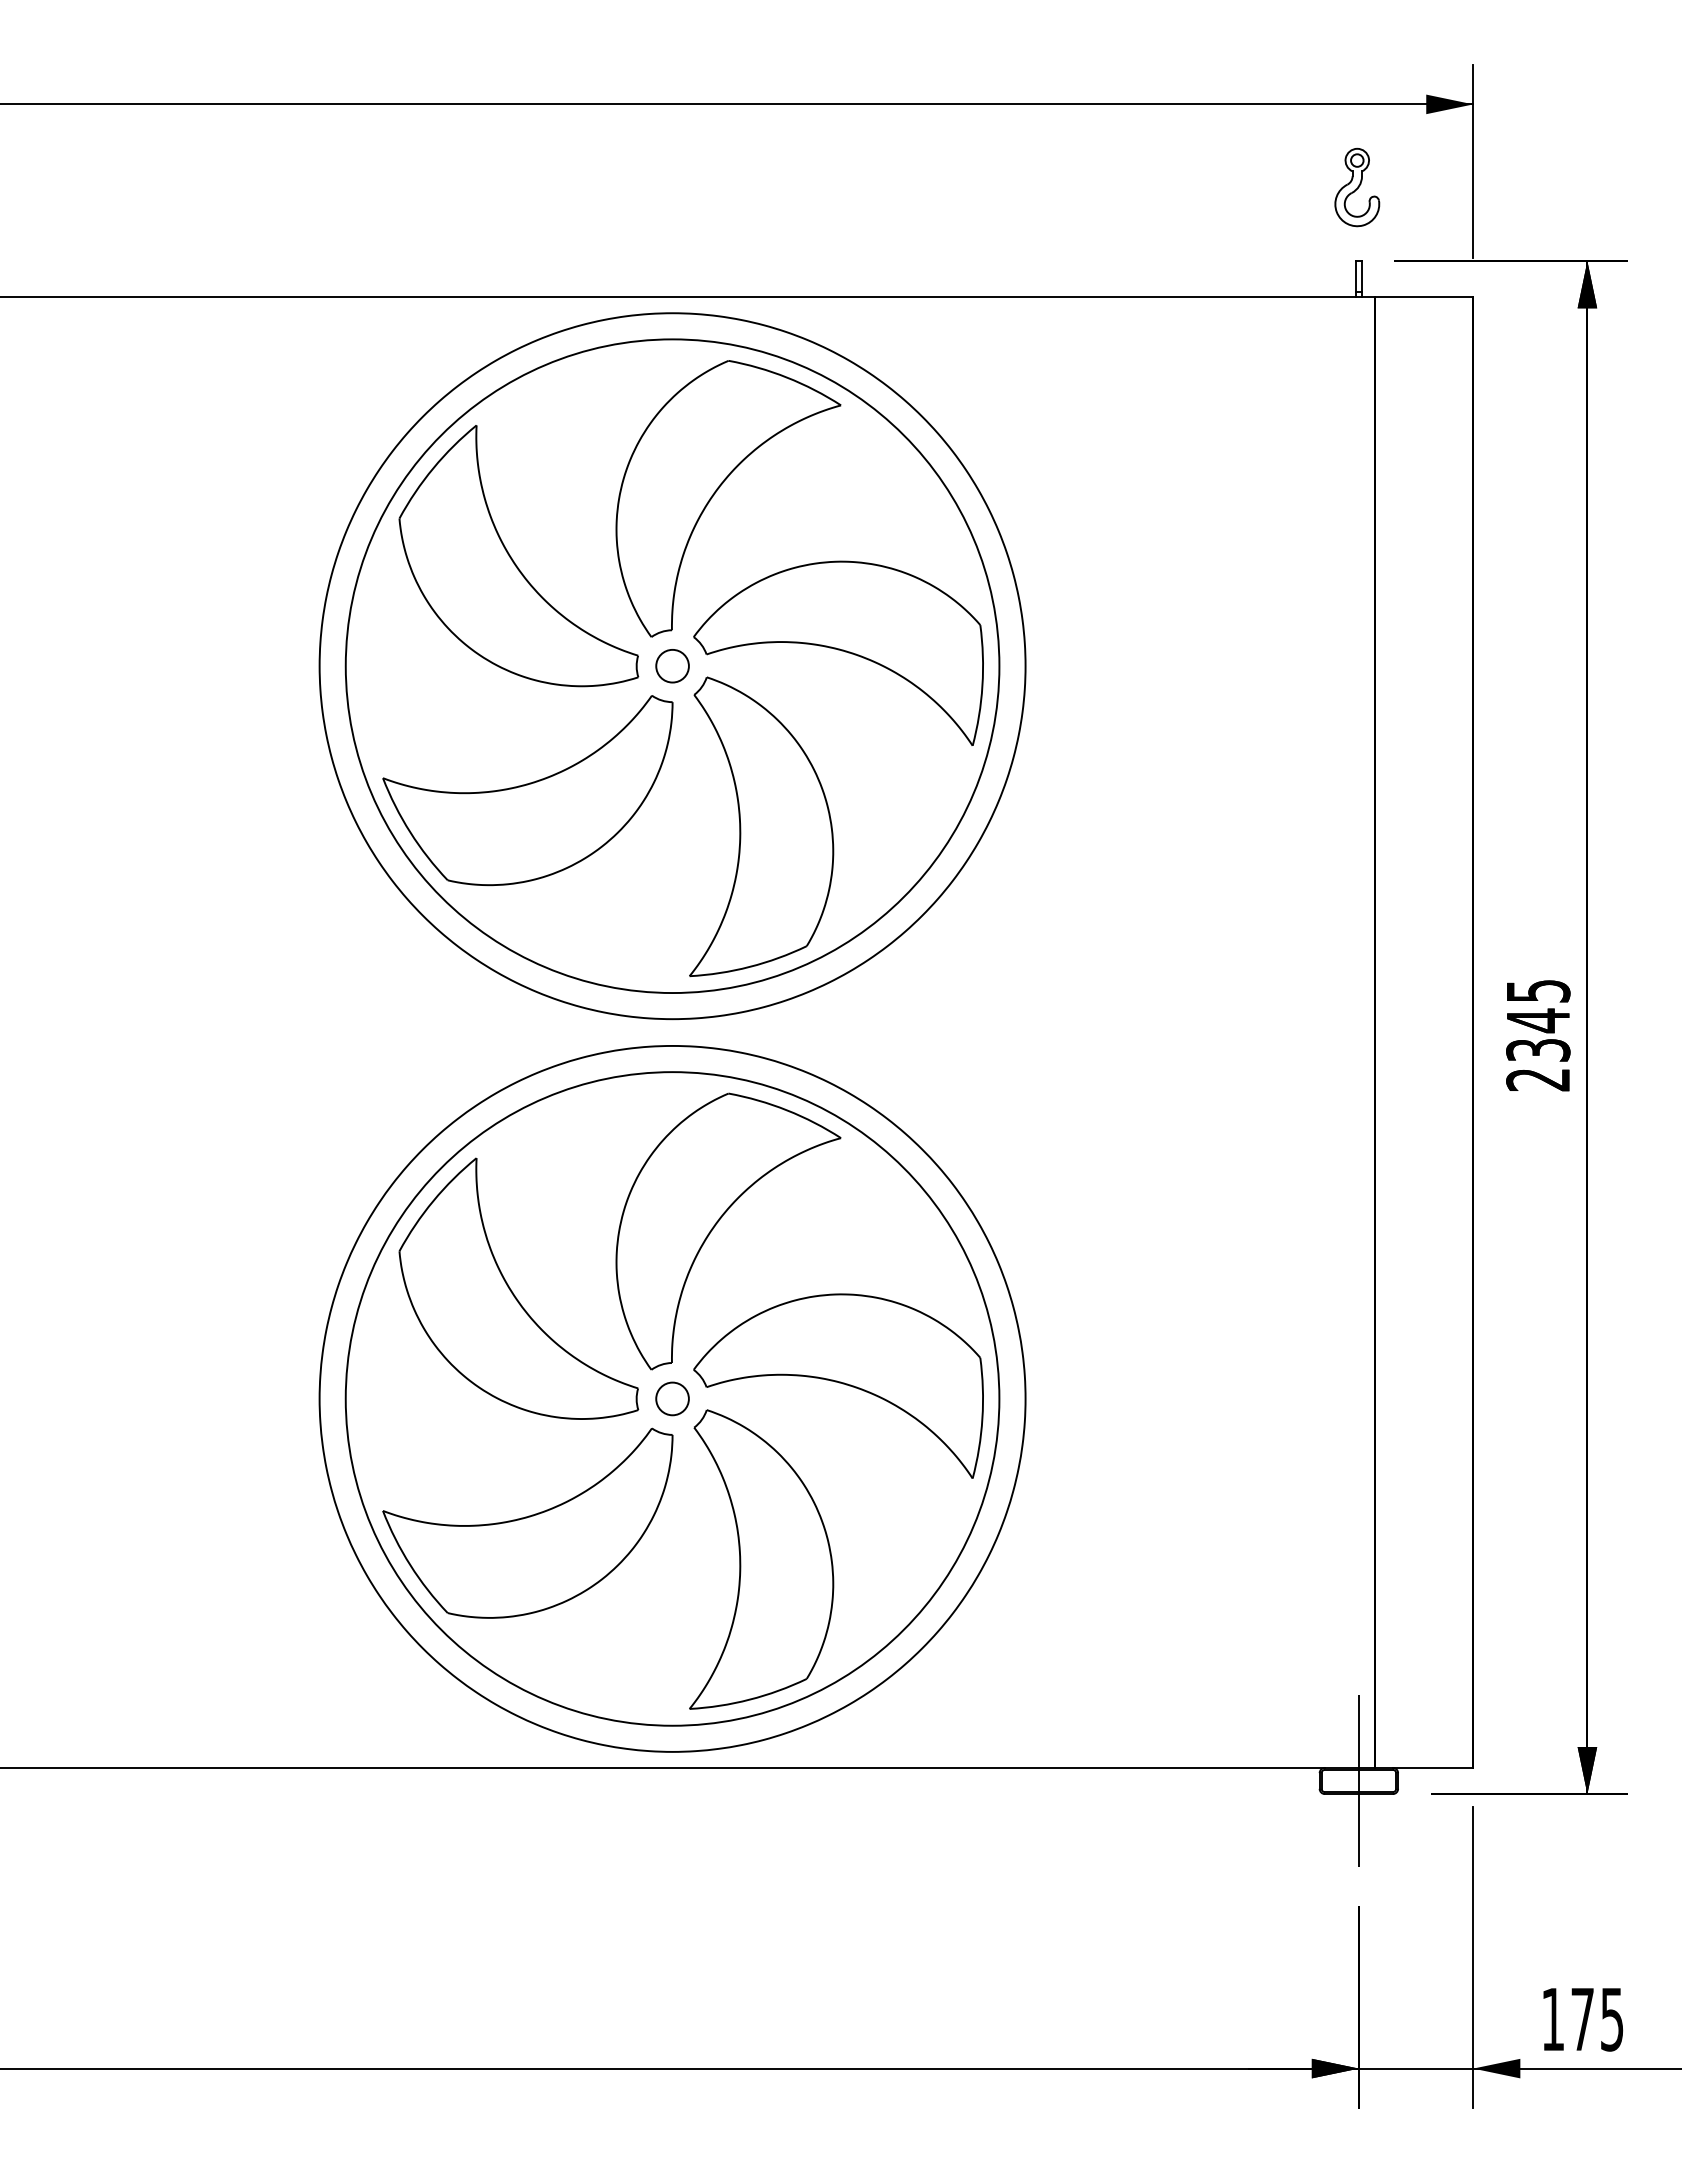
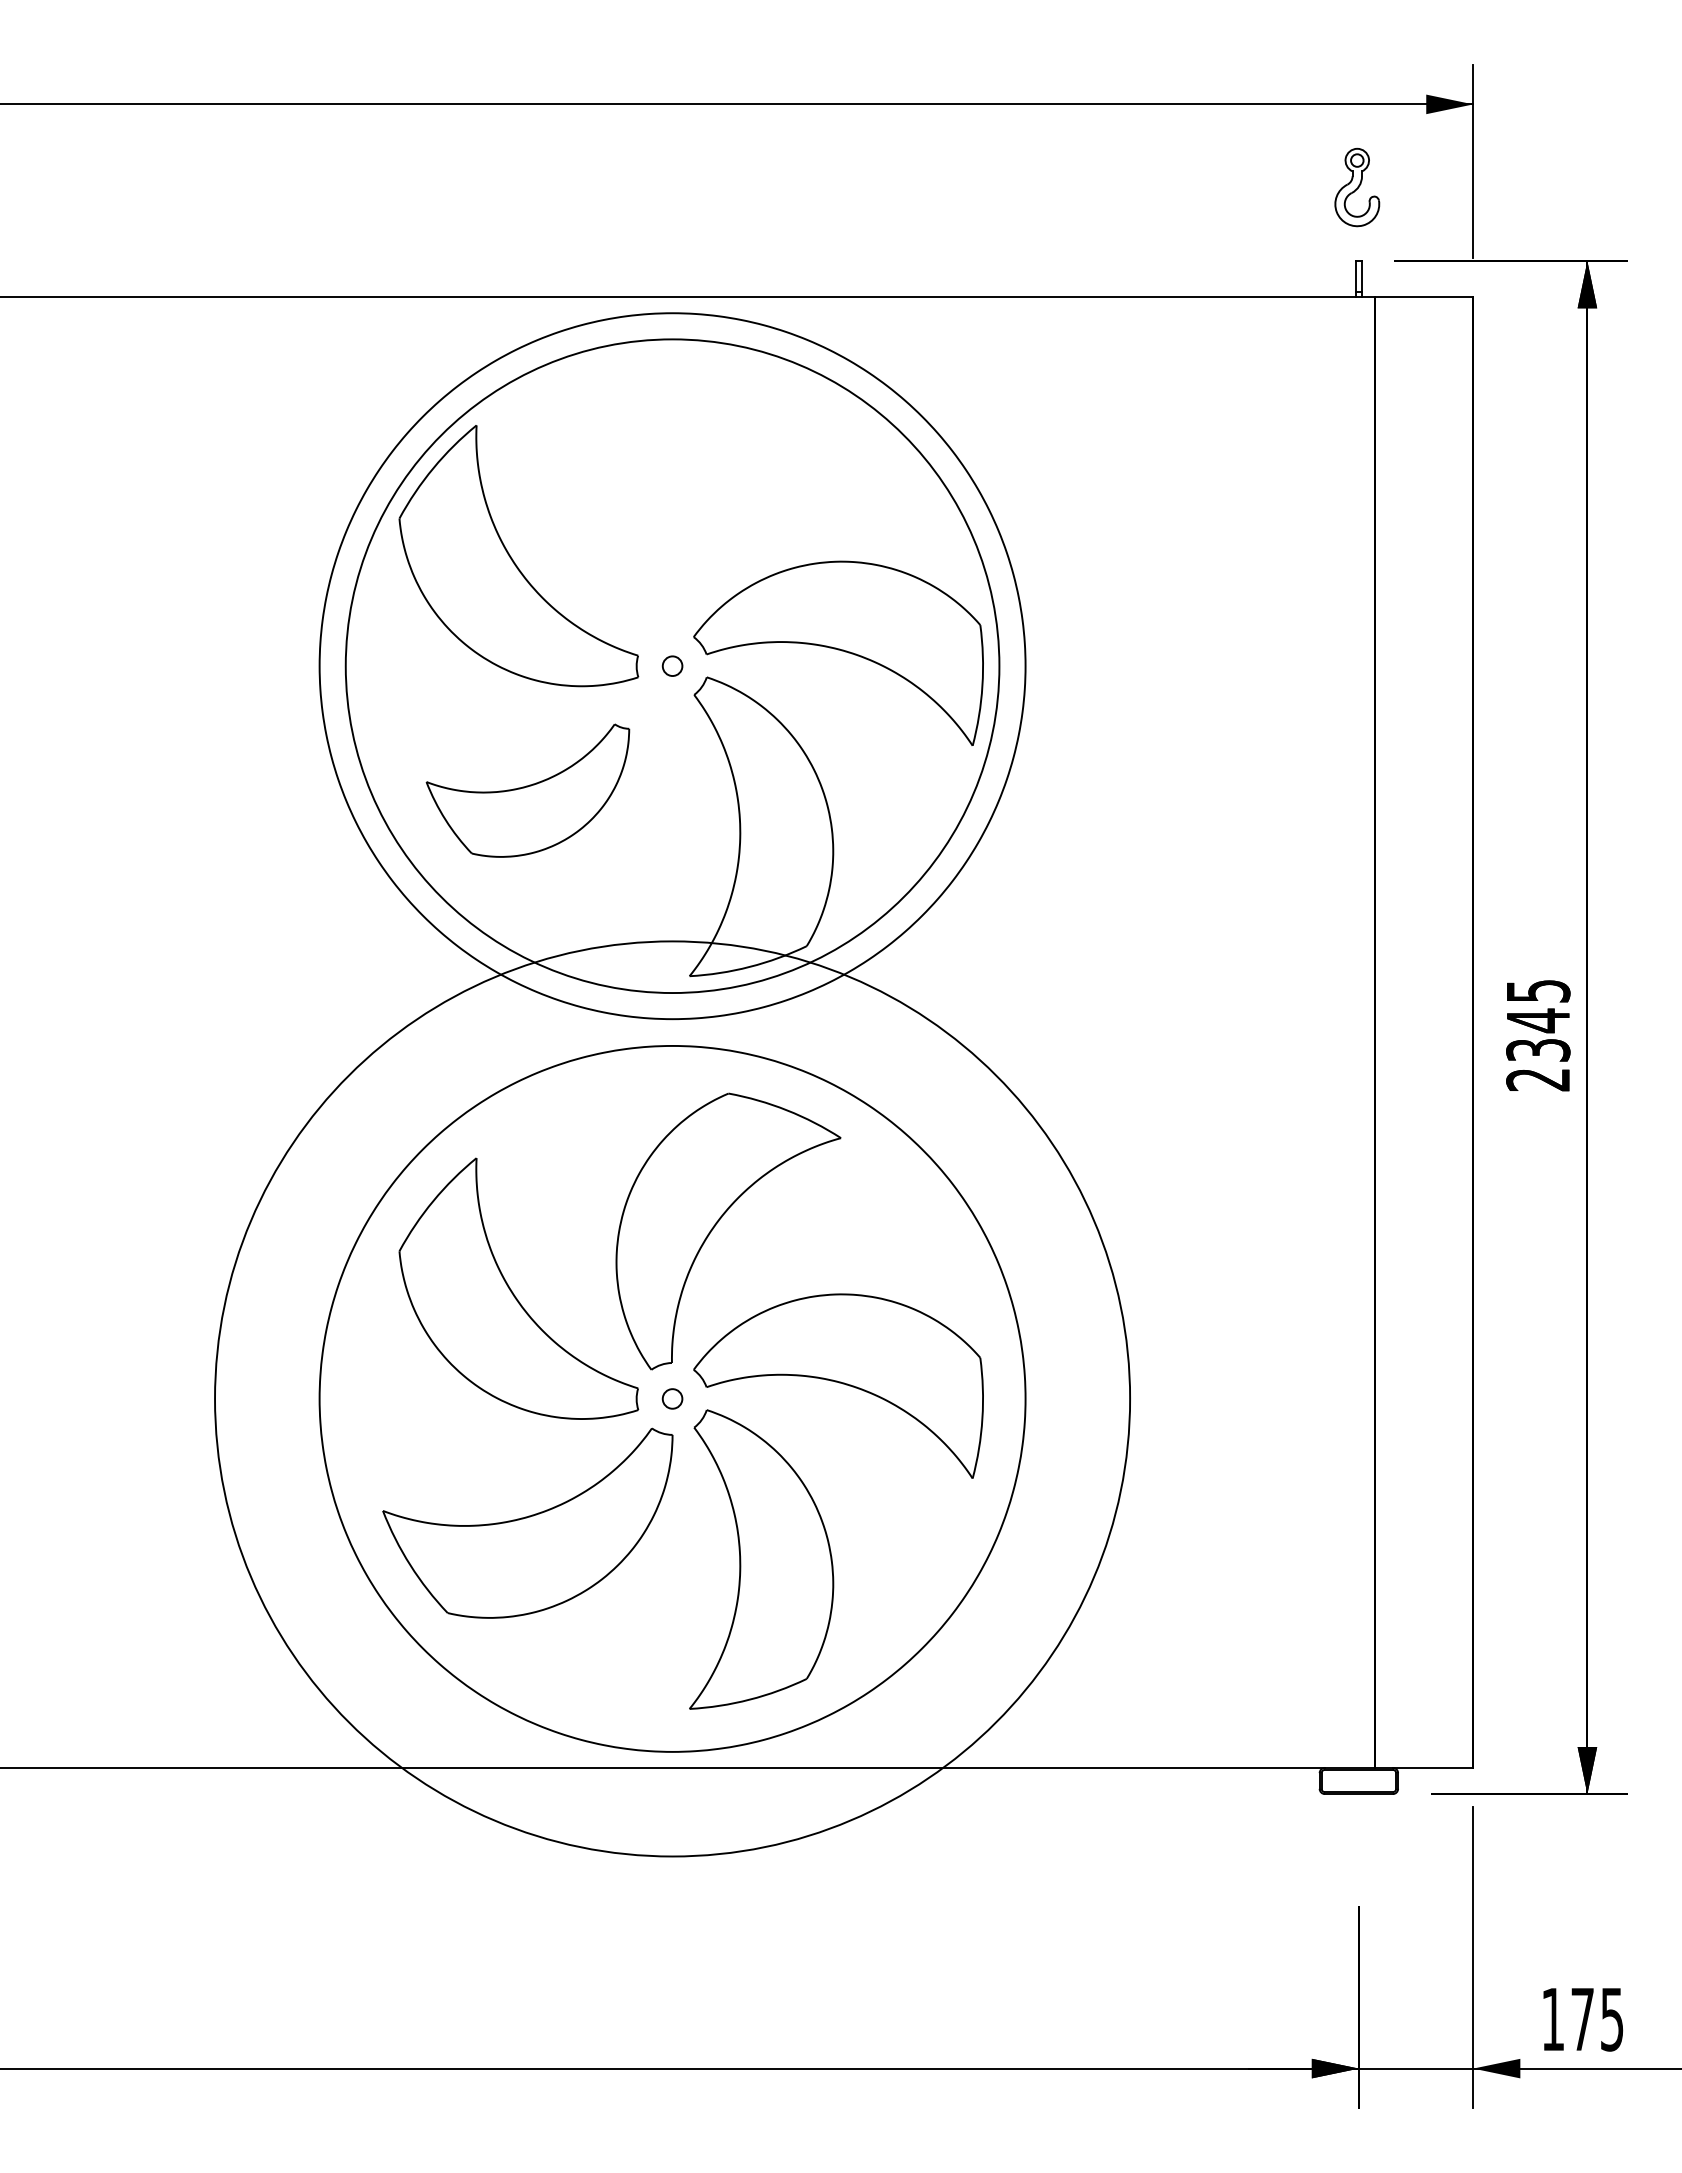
part at (716, 492): present -> none
circle at (672, 665) diameter: 33 px -> 20 px
part at (527, 790) size: 292x192 px -> 206x135 px
circle at (672, 1398) diameter: 33 px -> 20 px
circle at (672, 1398) diameter: 654 px -> 915 px
line at (1358, 1780): present -> none
